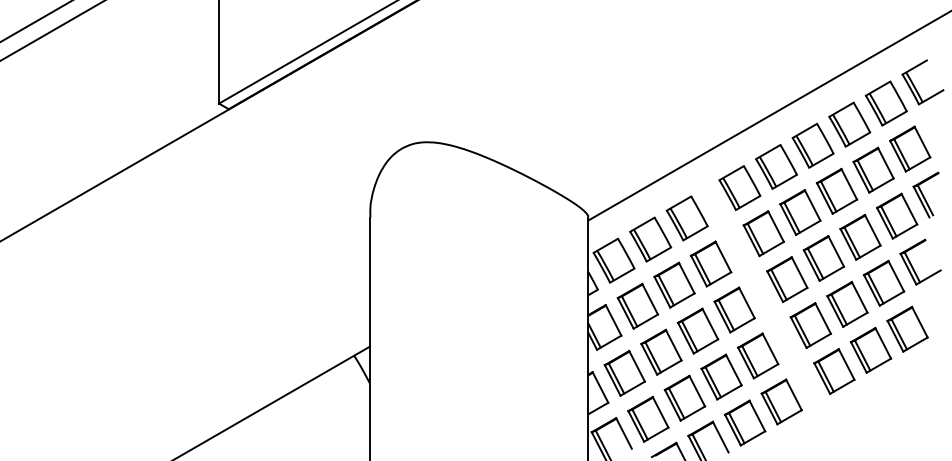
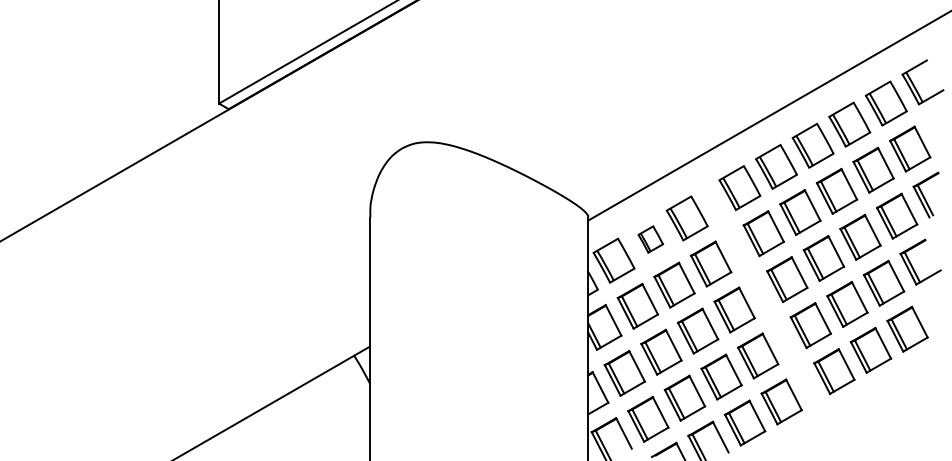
line at (35, 21): present -> none
line at (51, 30): present -> none
part at (650, 239) size: 44x47 px -> 28x29 px
